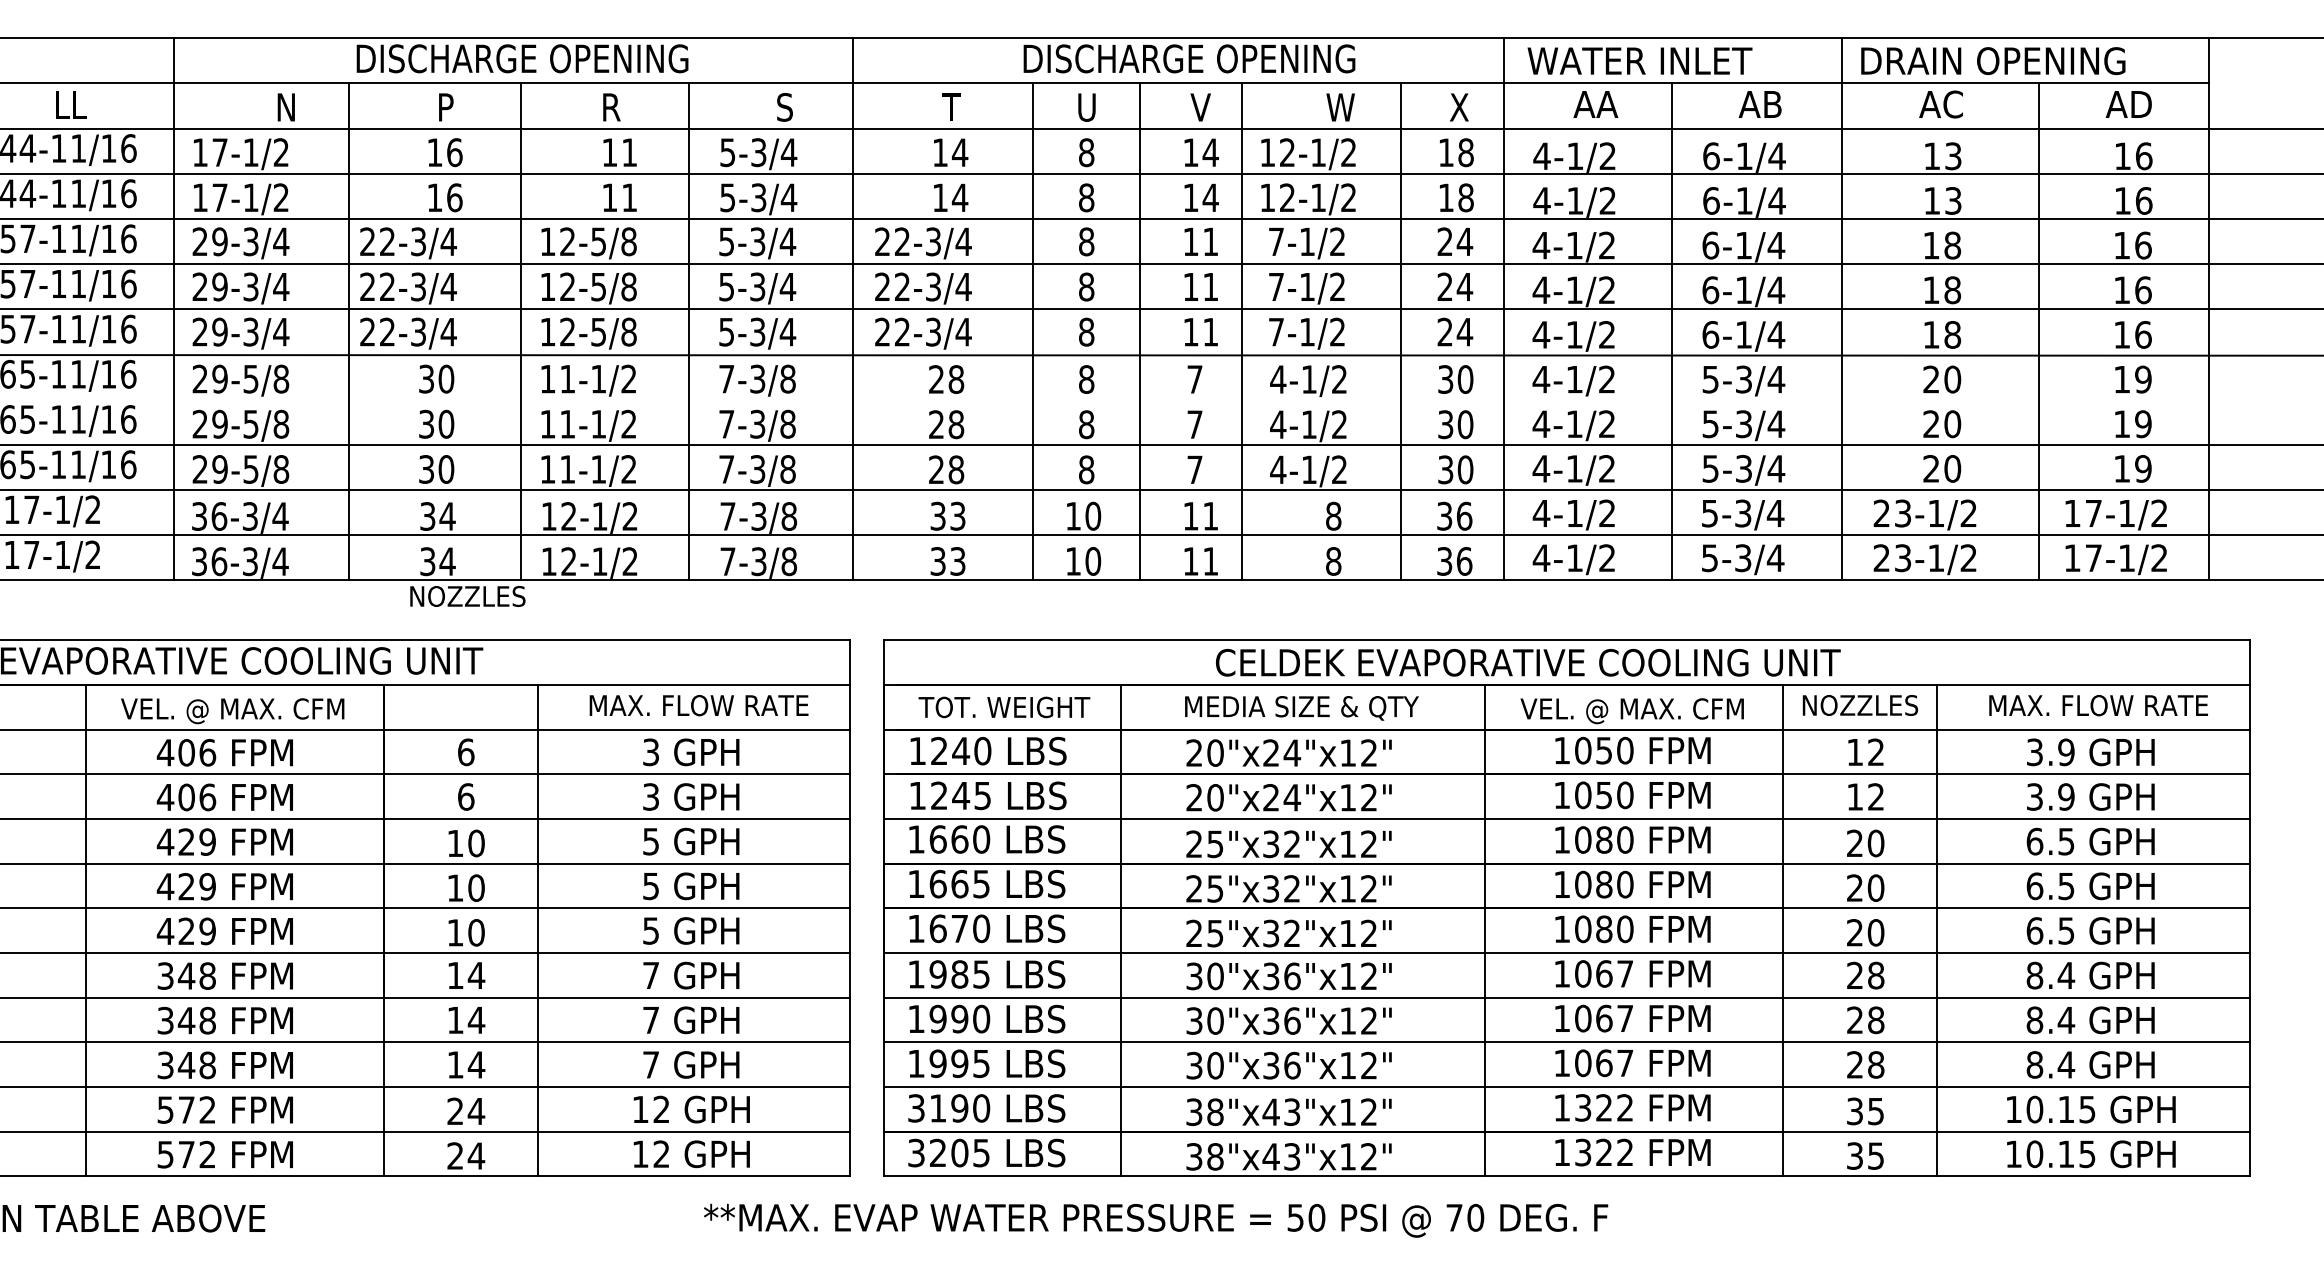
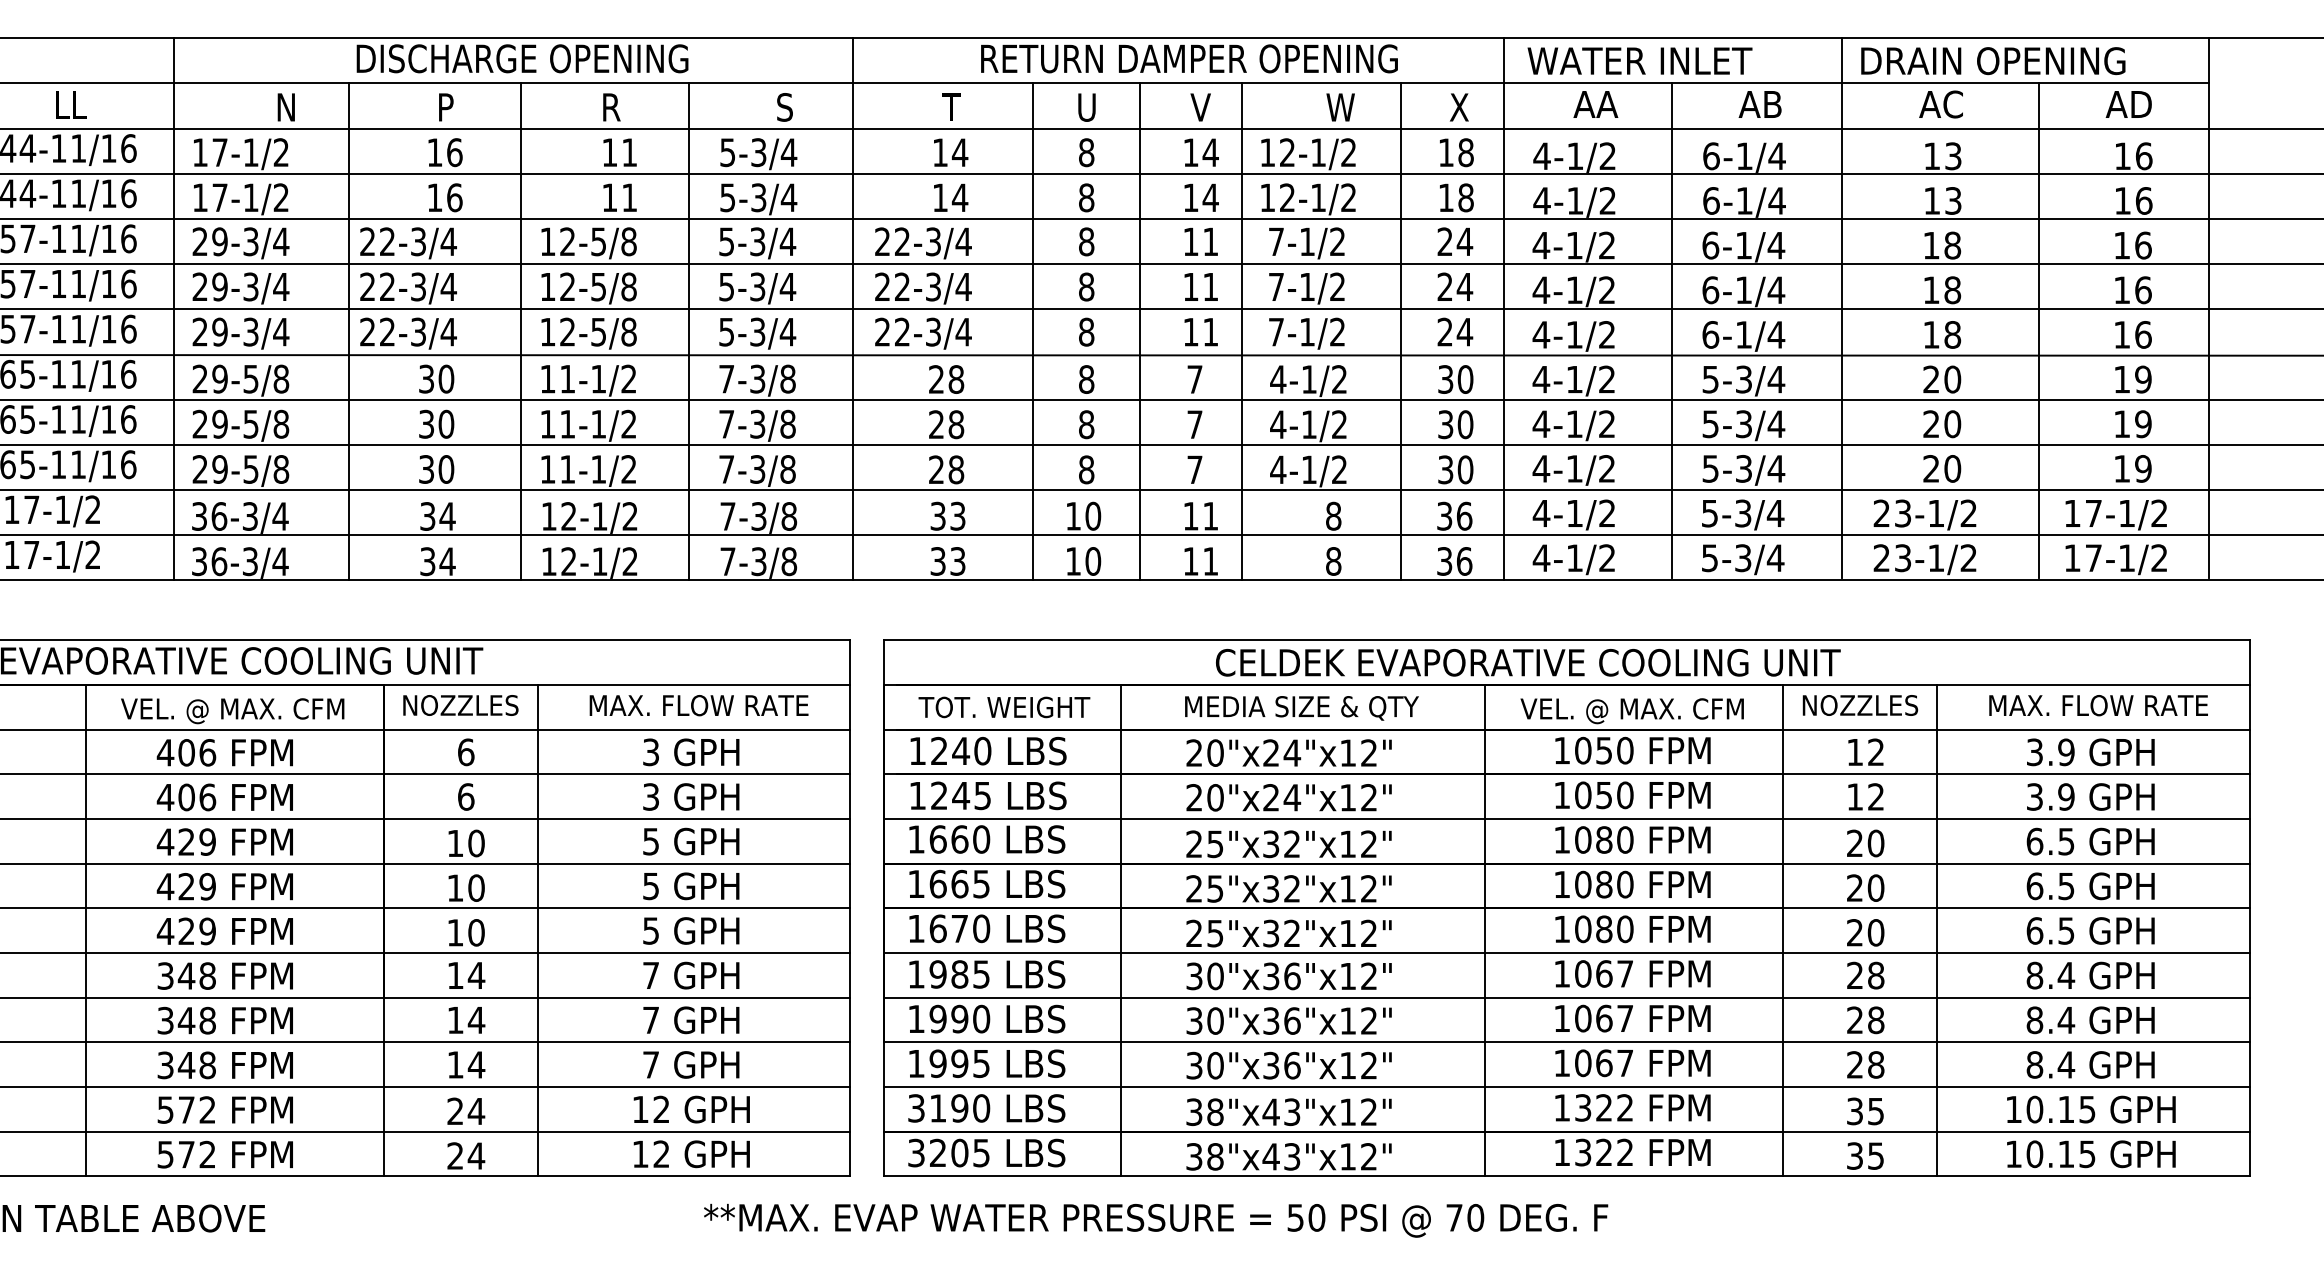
text at (1189, 58): DISCHARGE OPENING -> RETURN DAMPER OPENING
line at (1161, 399): none -> present
text at (467, 596) position: (467, 596) -> (460, 705)
